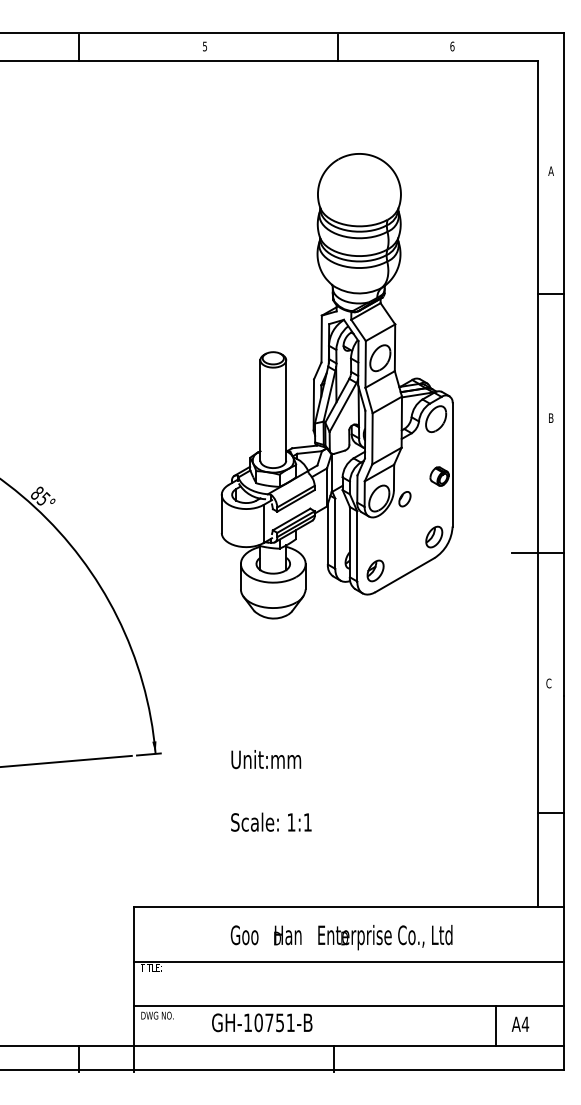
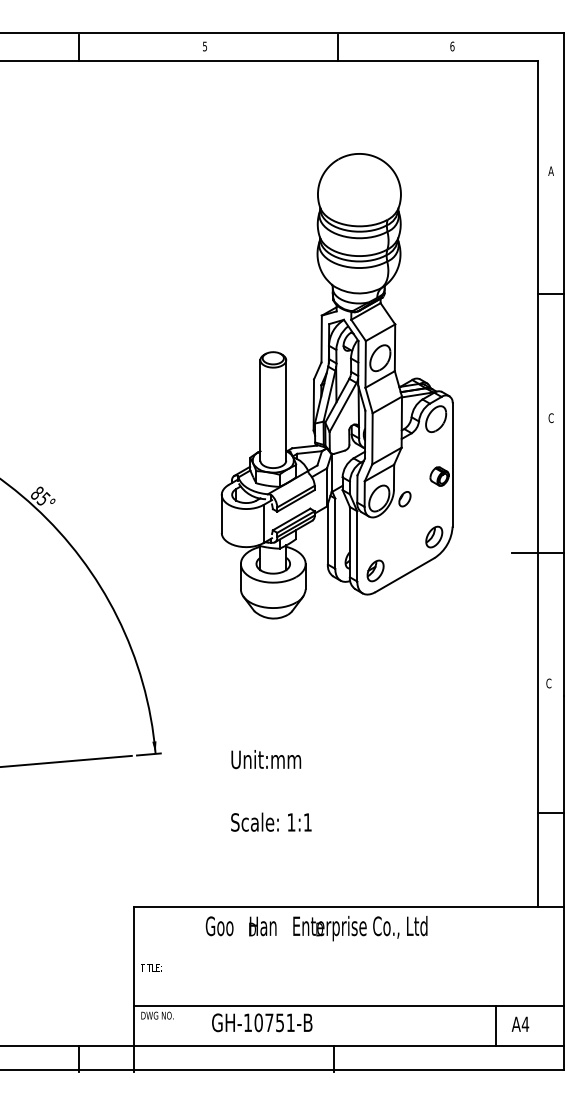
text at (550, 418): B -> C
text at (341, 937) position: (341, 937) -> (316, 928)
line at (348, 961): present -> none
